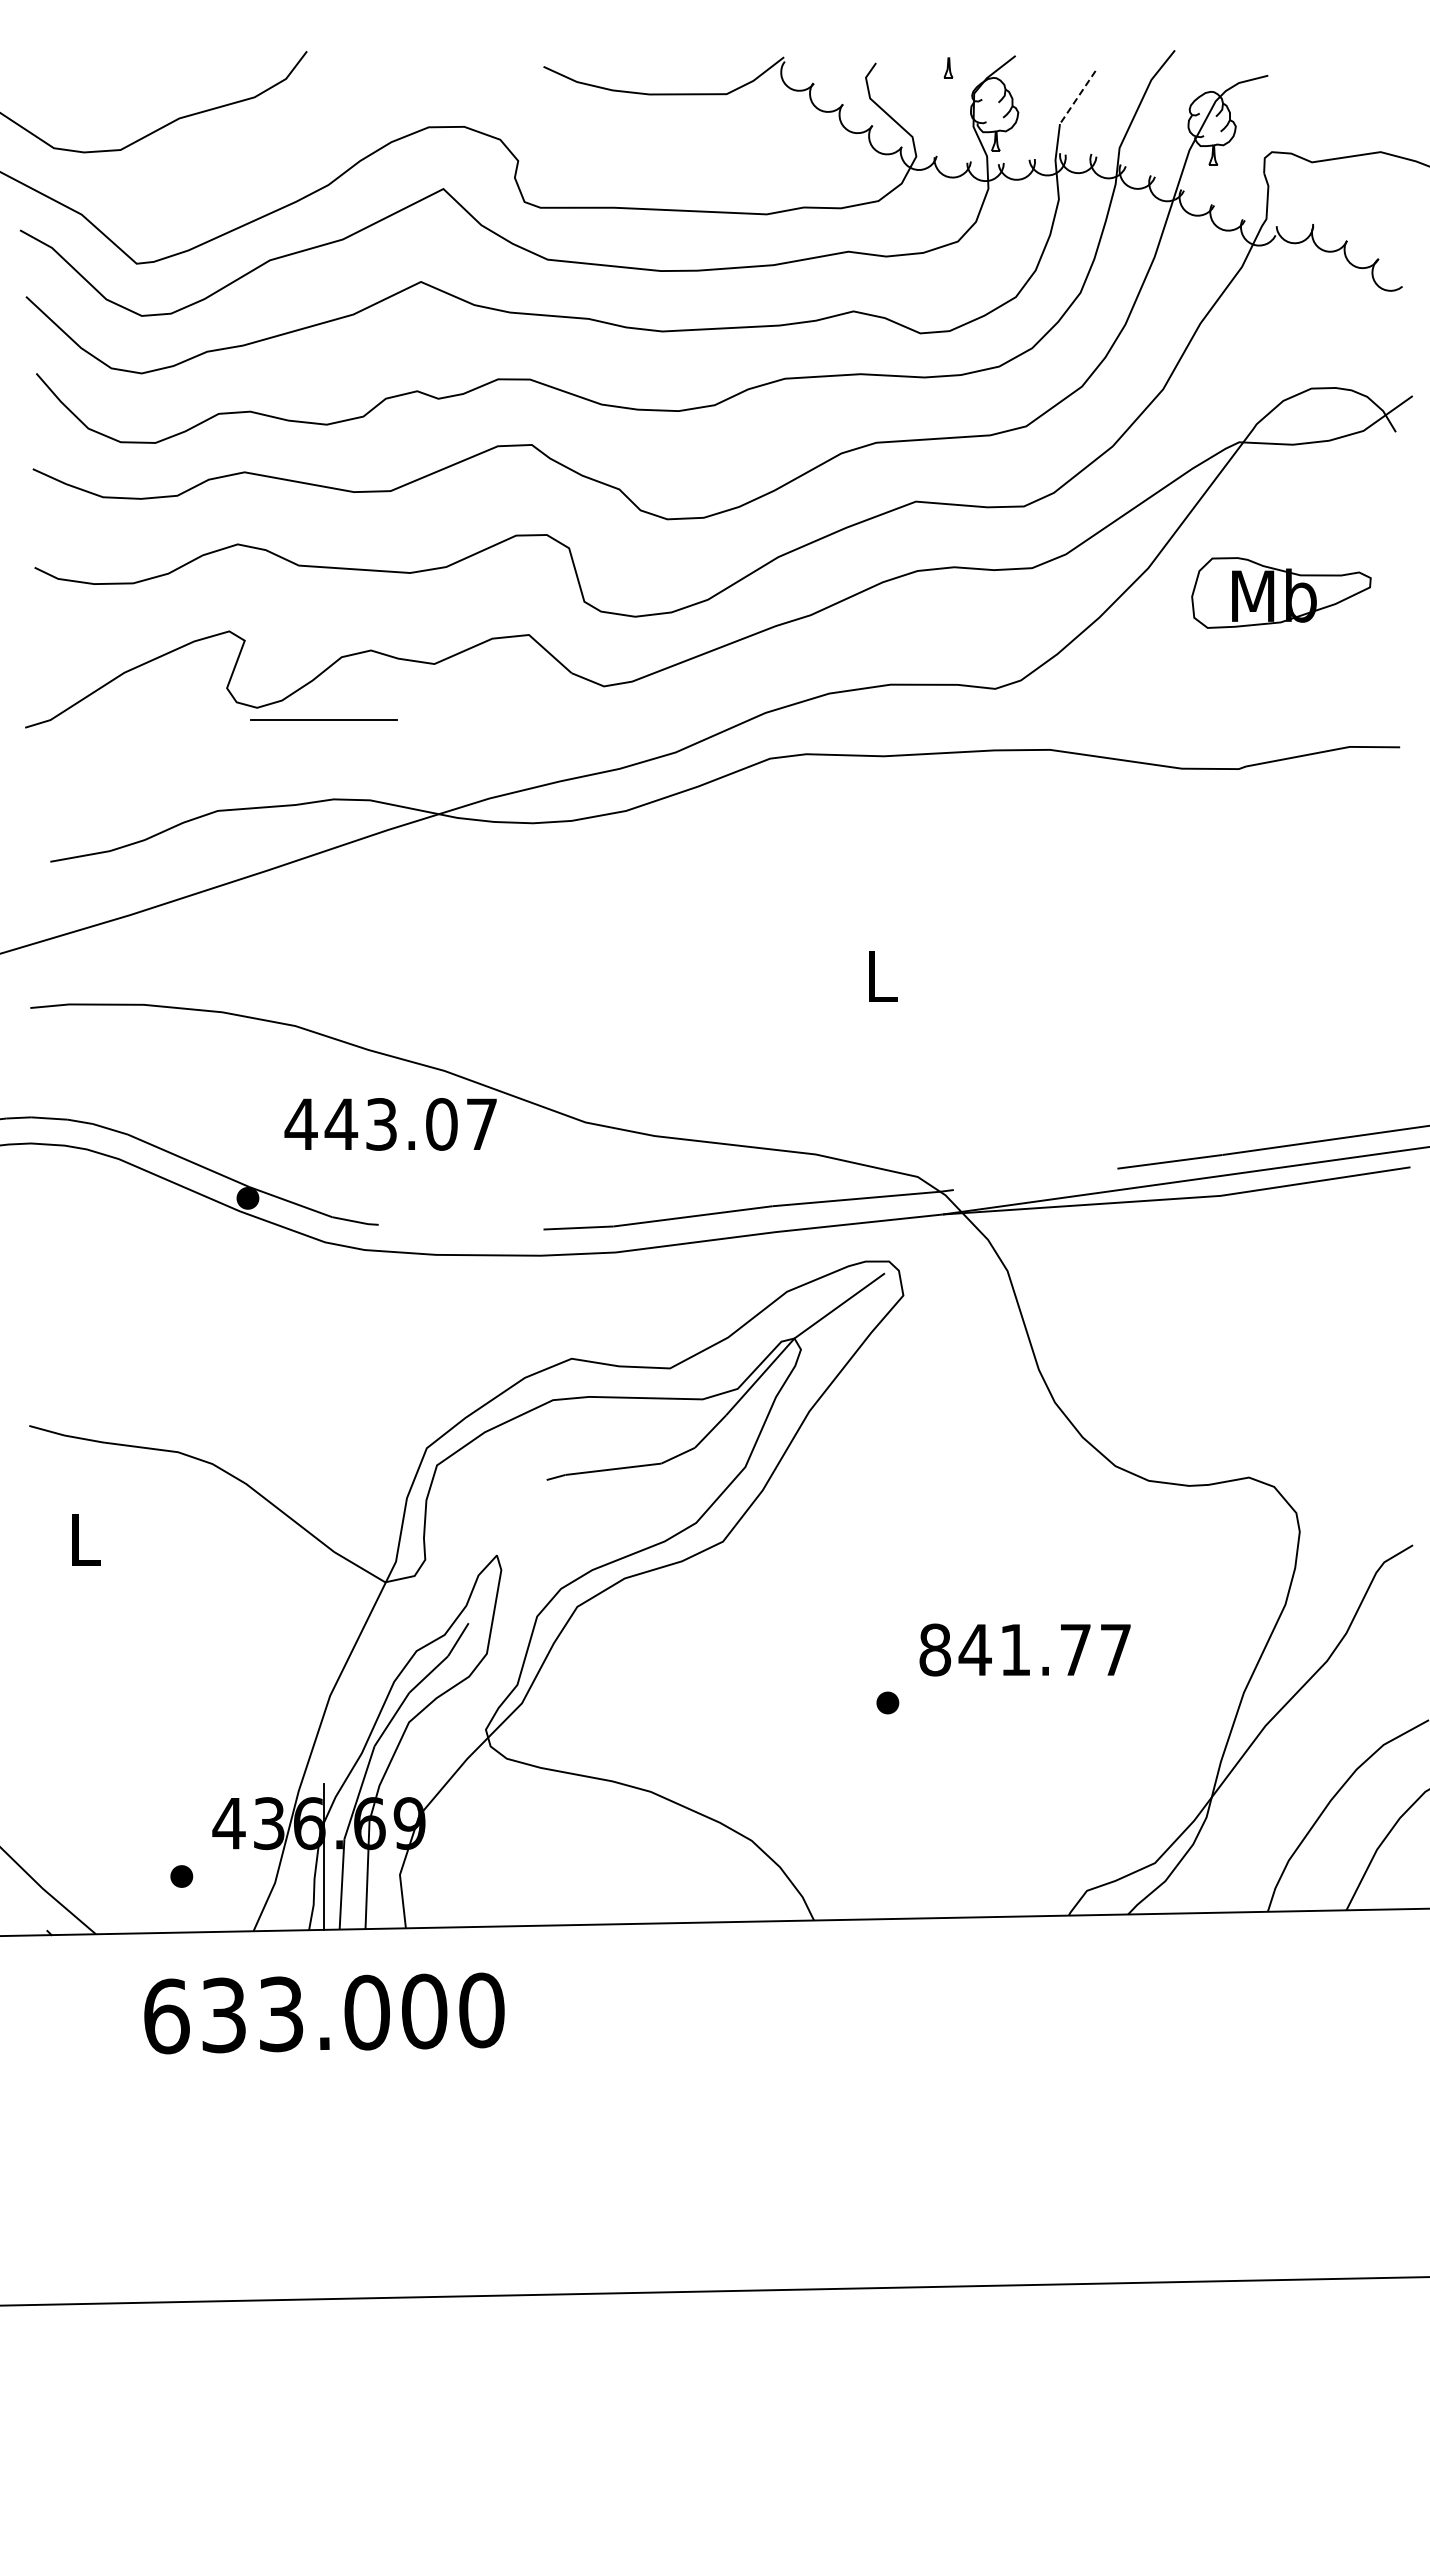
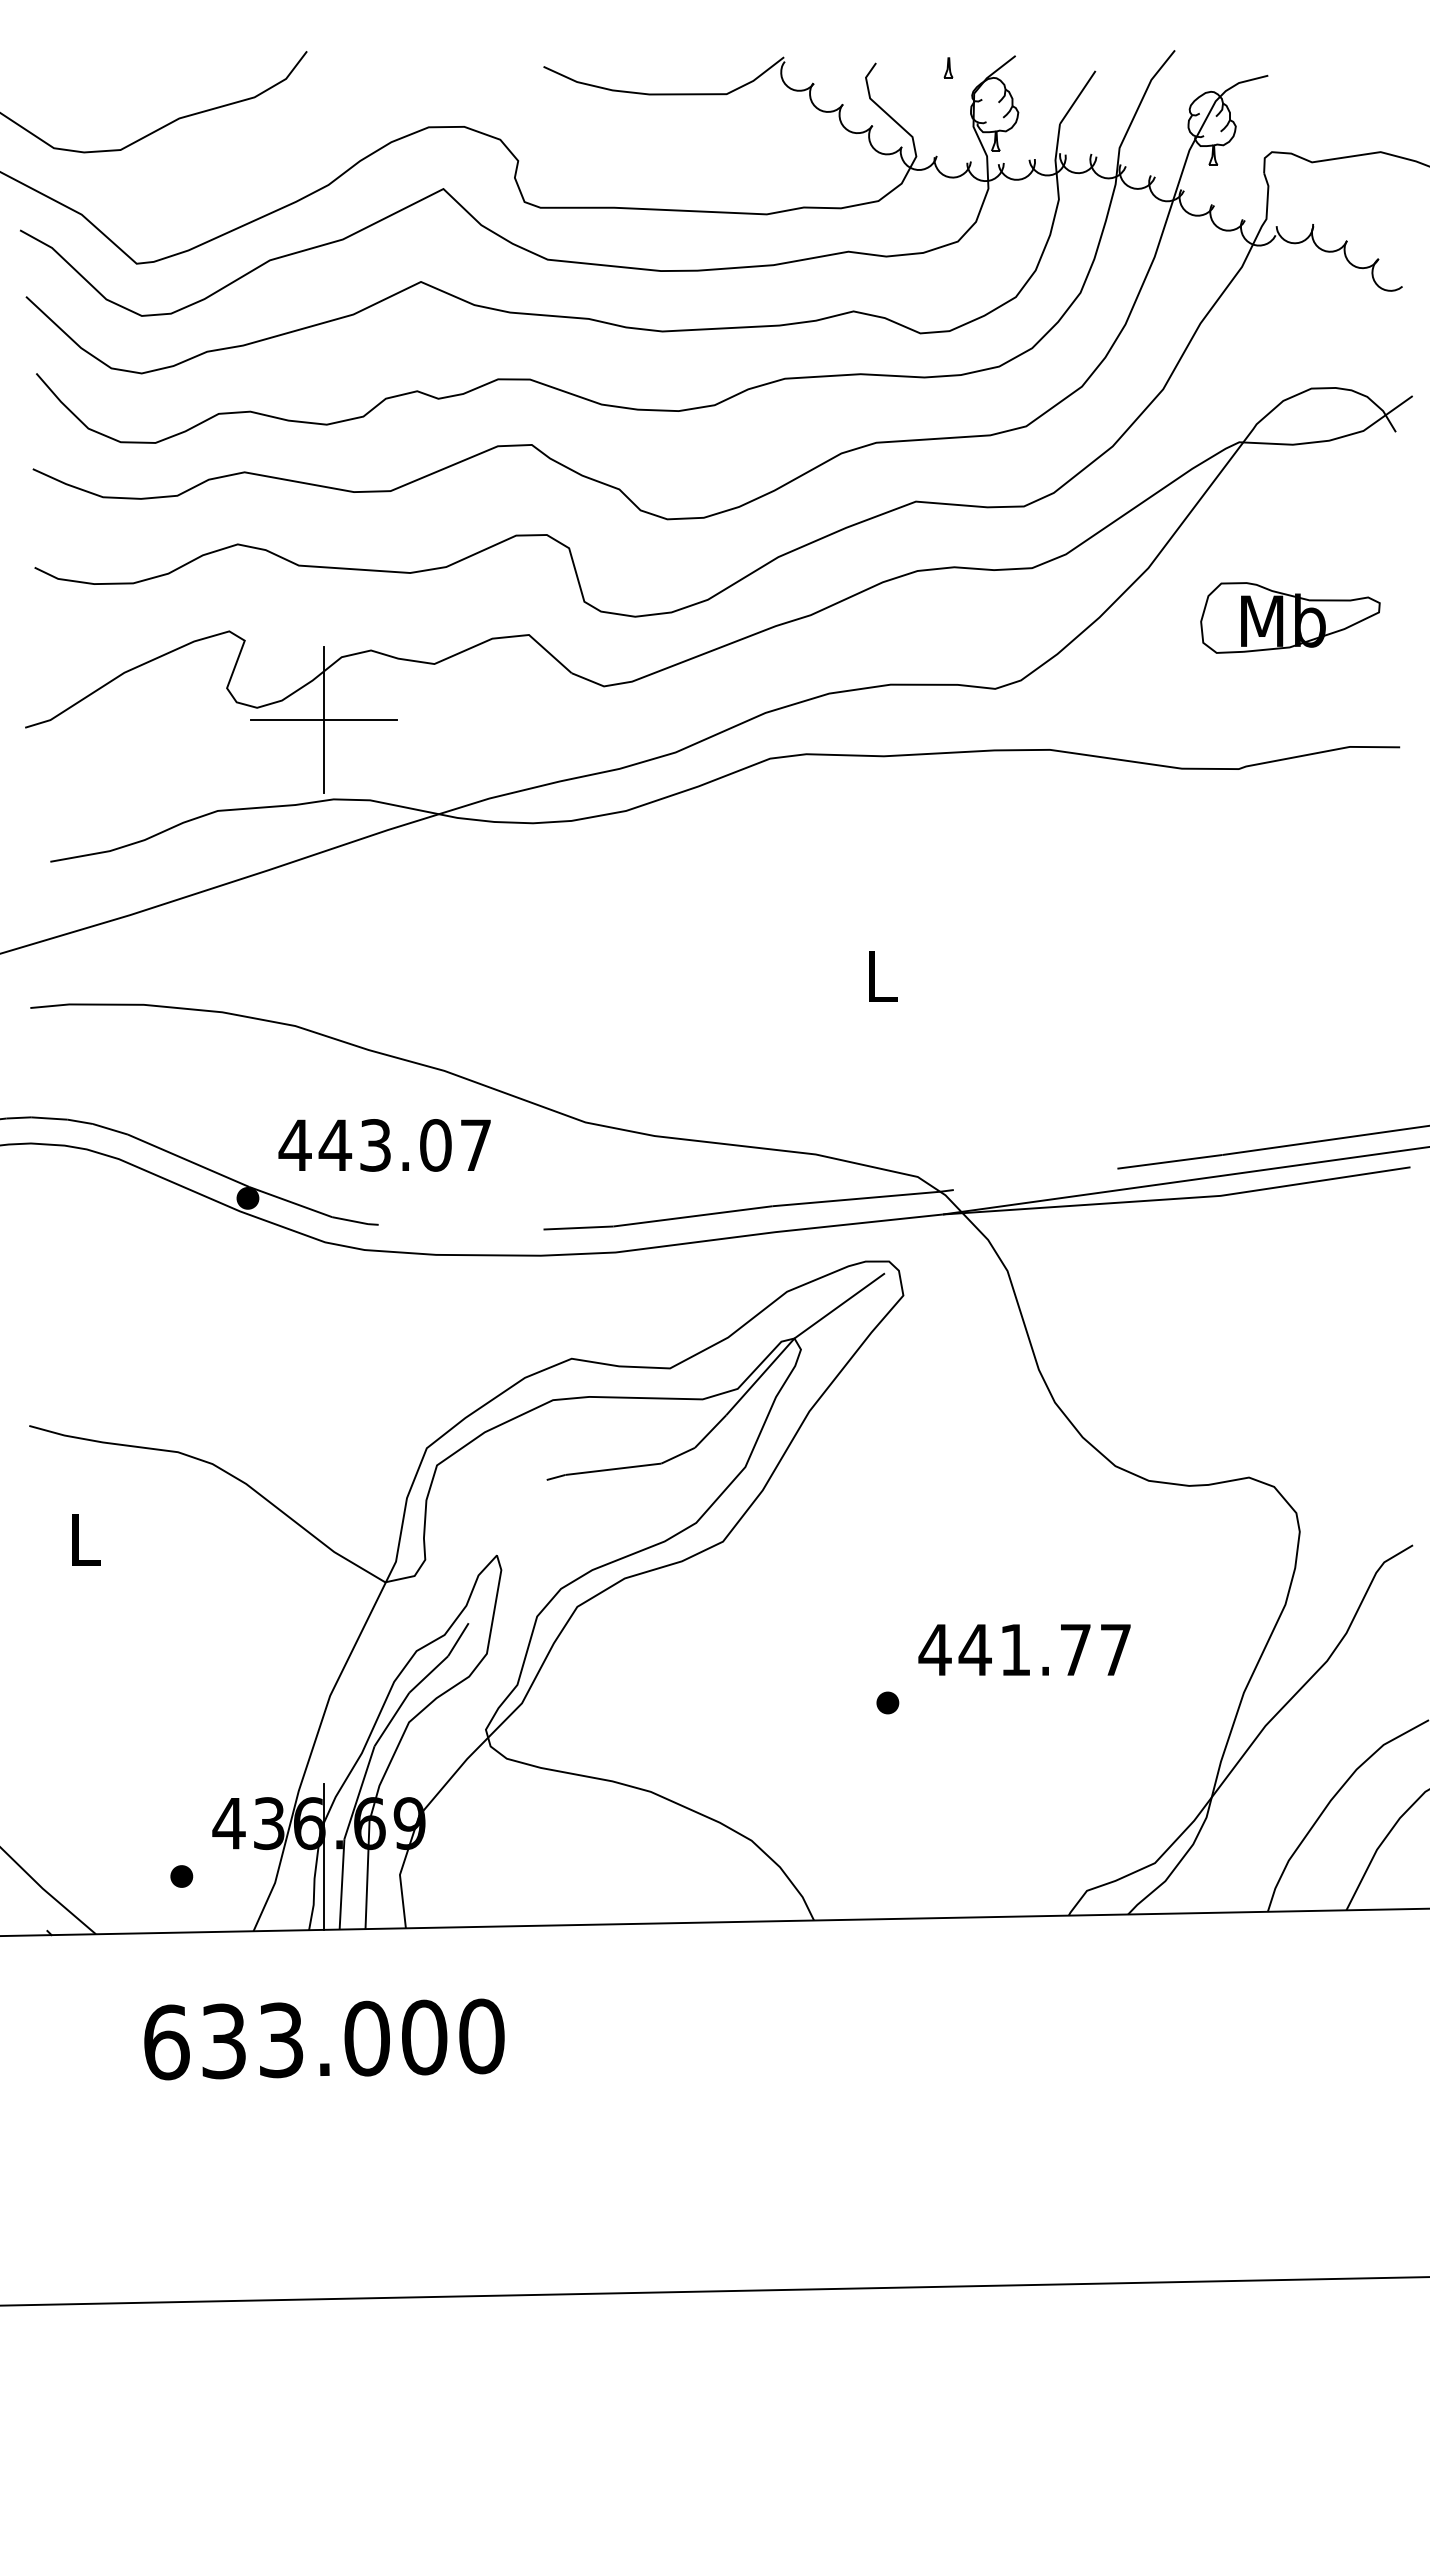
line at (1077, 97): dashed -> solid
part at (1281, 592) position: (1281, 592) -> (1290, 617)
line at (323, 720): none -> present
text at (390, 1124) position: (390, 1124) -> (384, 1145)
text at (934, 1649): 841.77 -> 441.77
text at (324, 2013) position: (324, 2013) -> (324, 2039)
